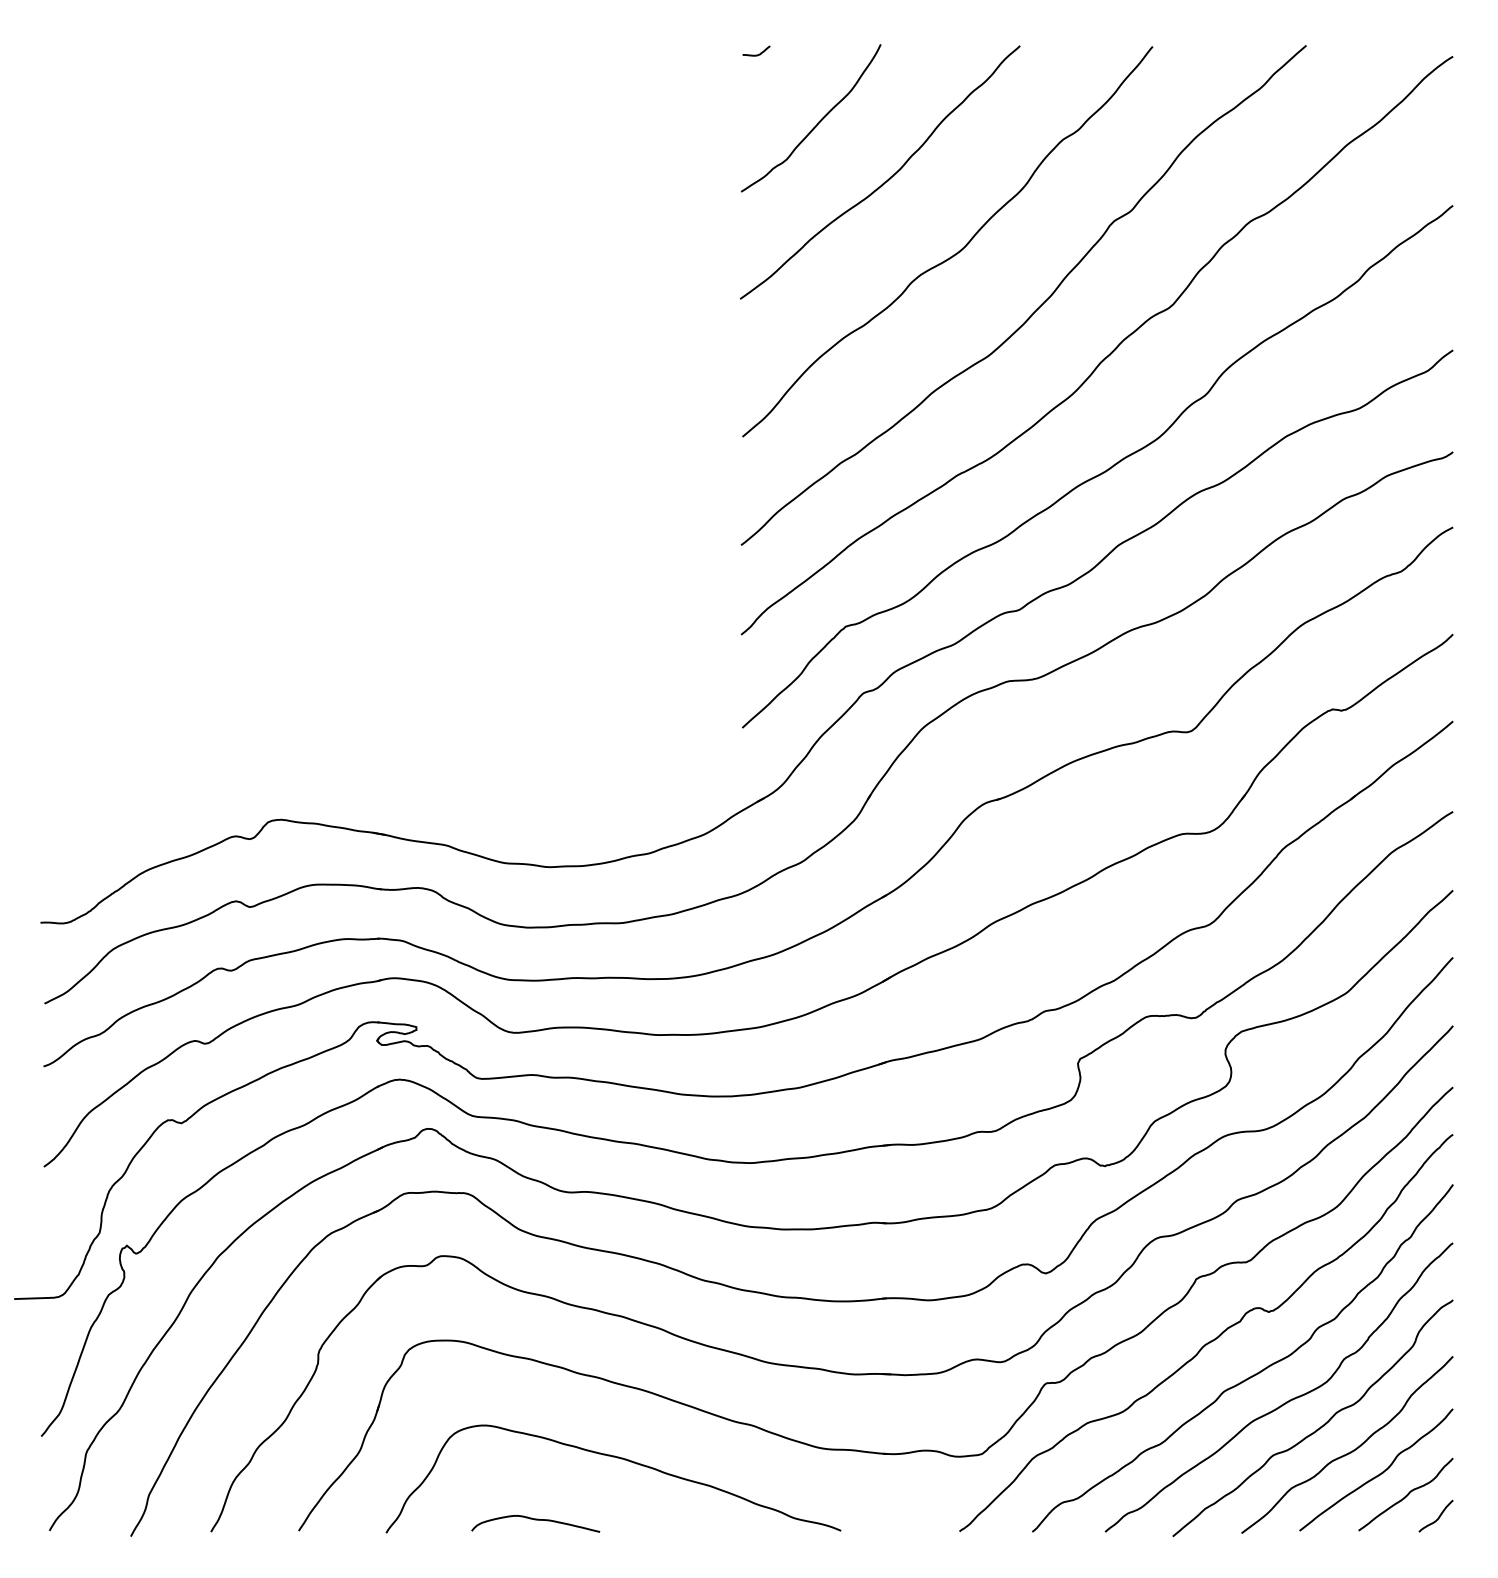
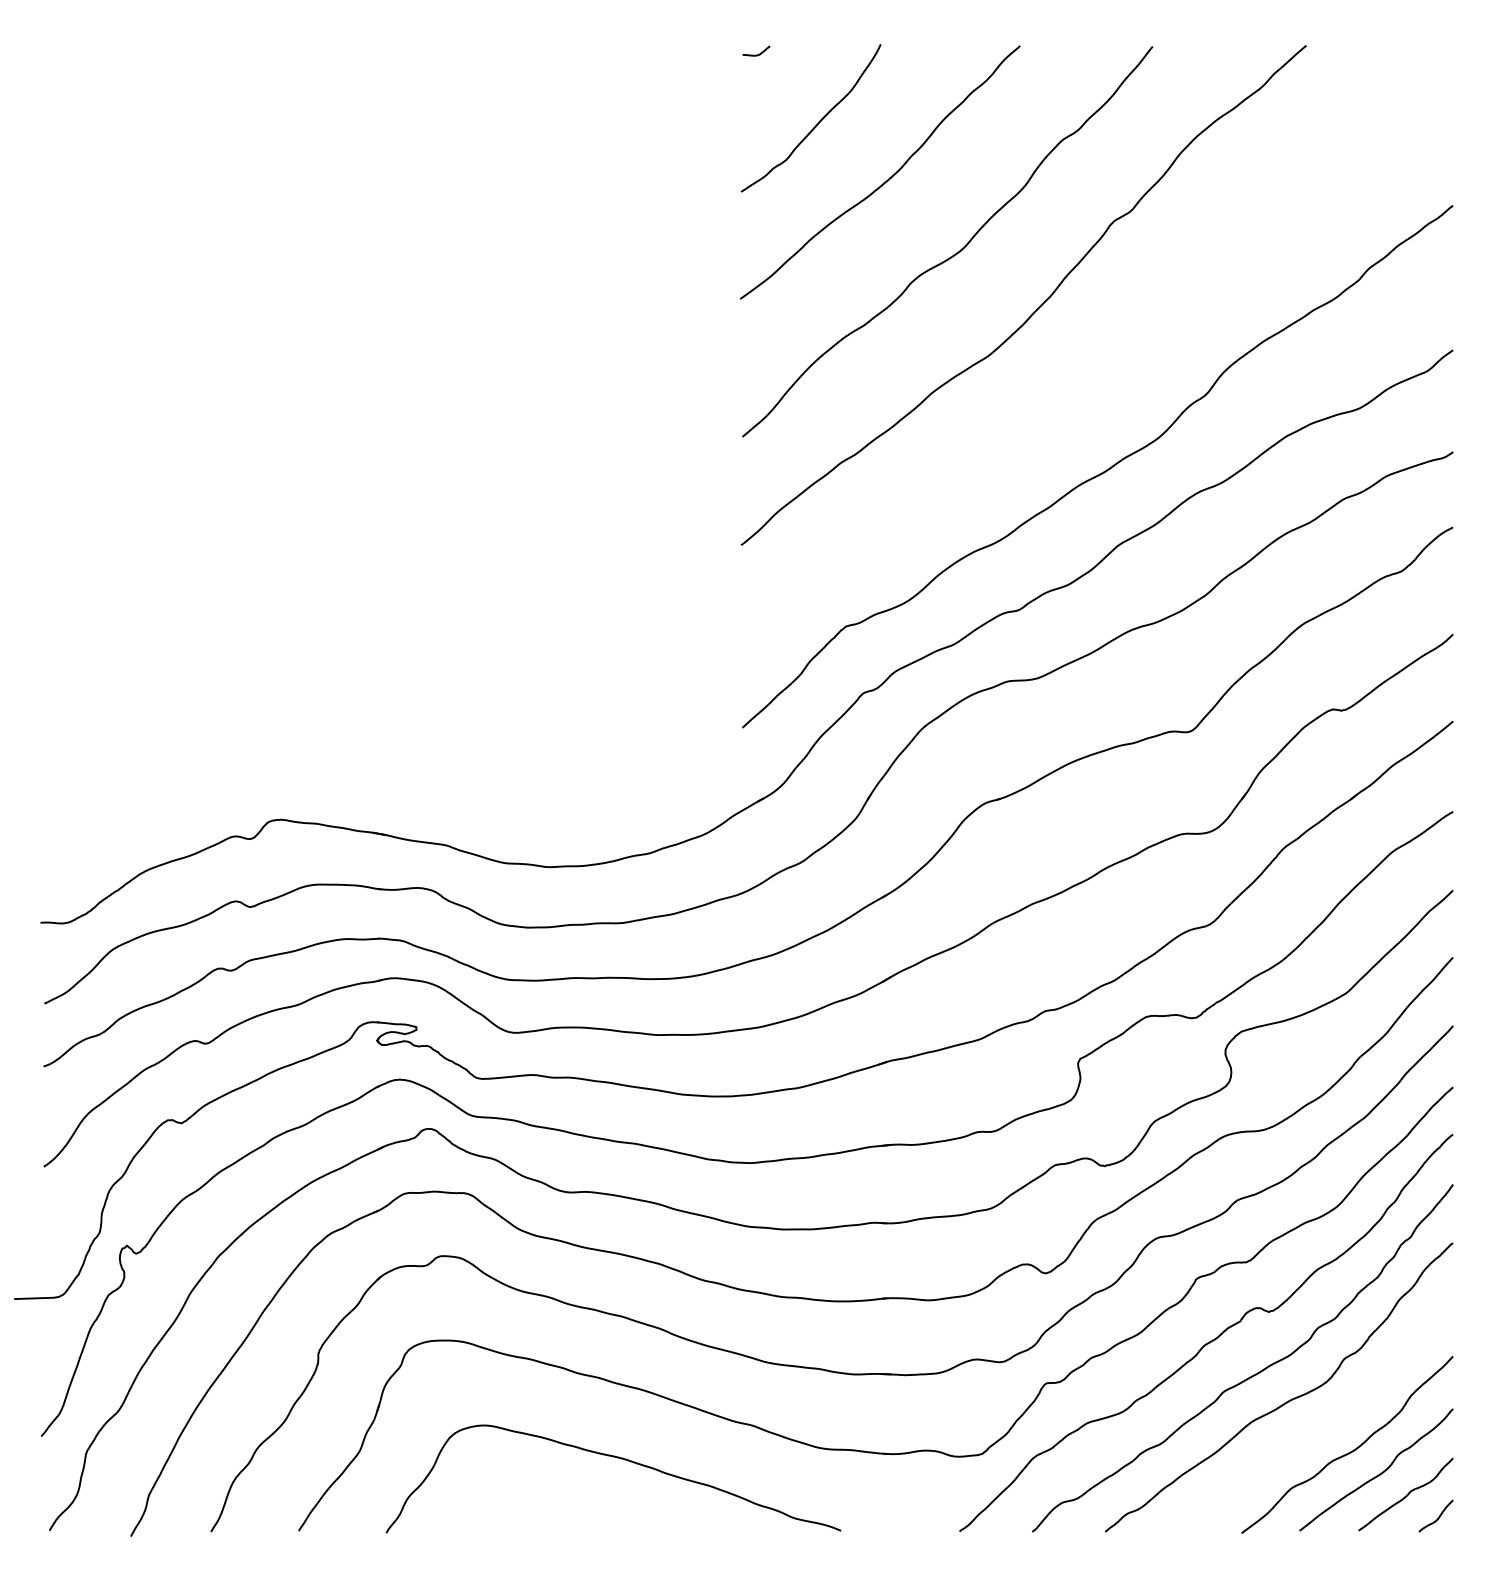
curve at (1104, 357): present -> none
curve at (1317, 1428): present -> none
curve at (535, 1520): present -> none
